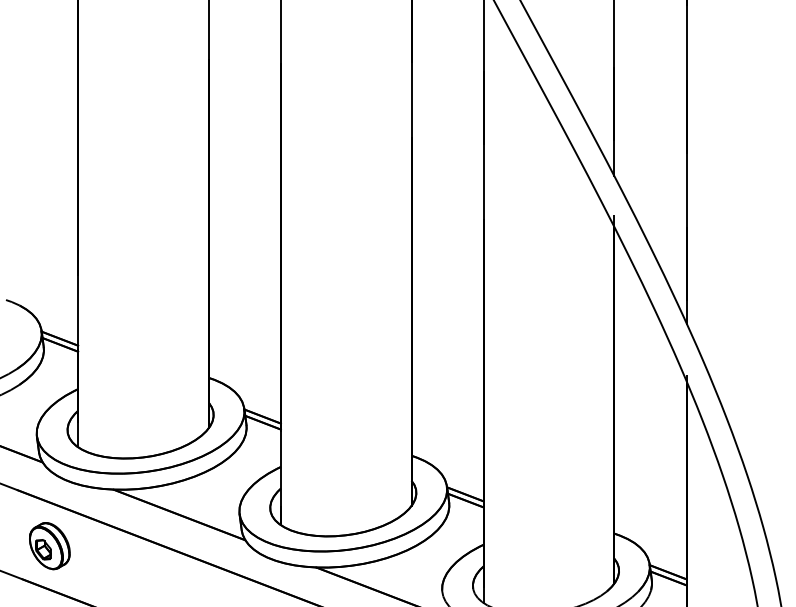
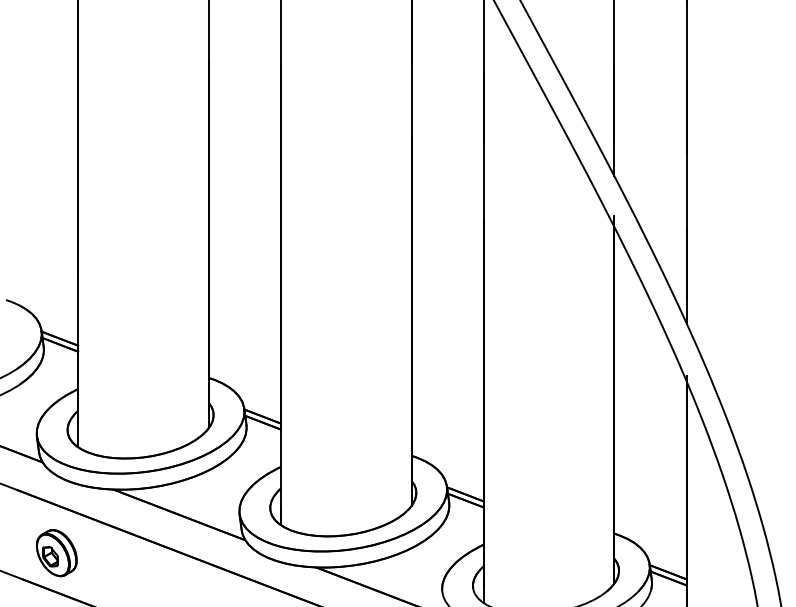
part at (49, 546) position: (49, 546) -> (56, 553)
